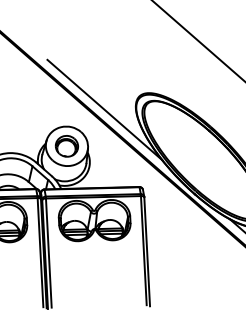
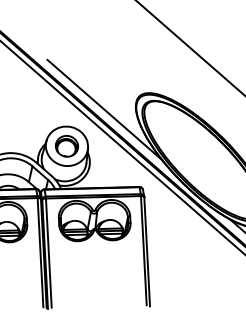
line at (197, 40) position: (197, 40) -> (189, 47)
line at (122, 147): none -> present
